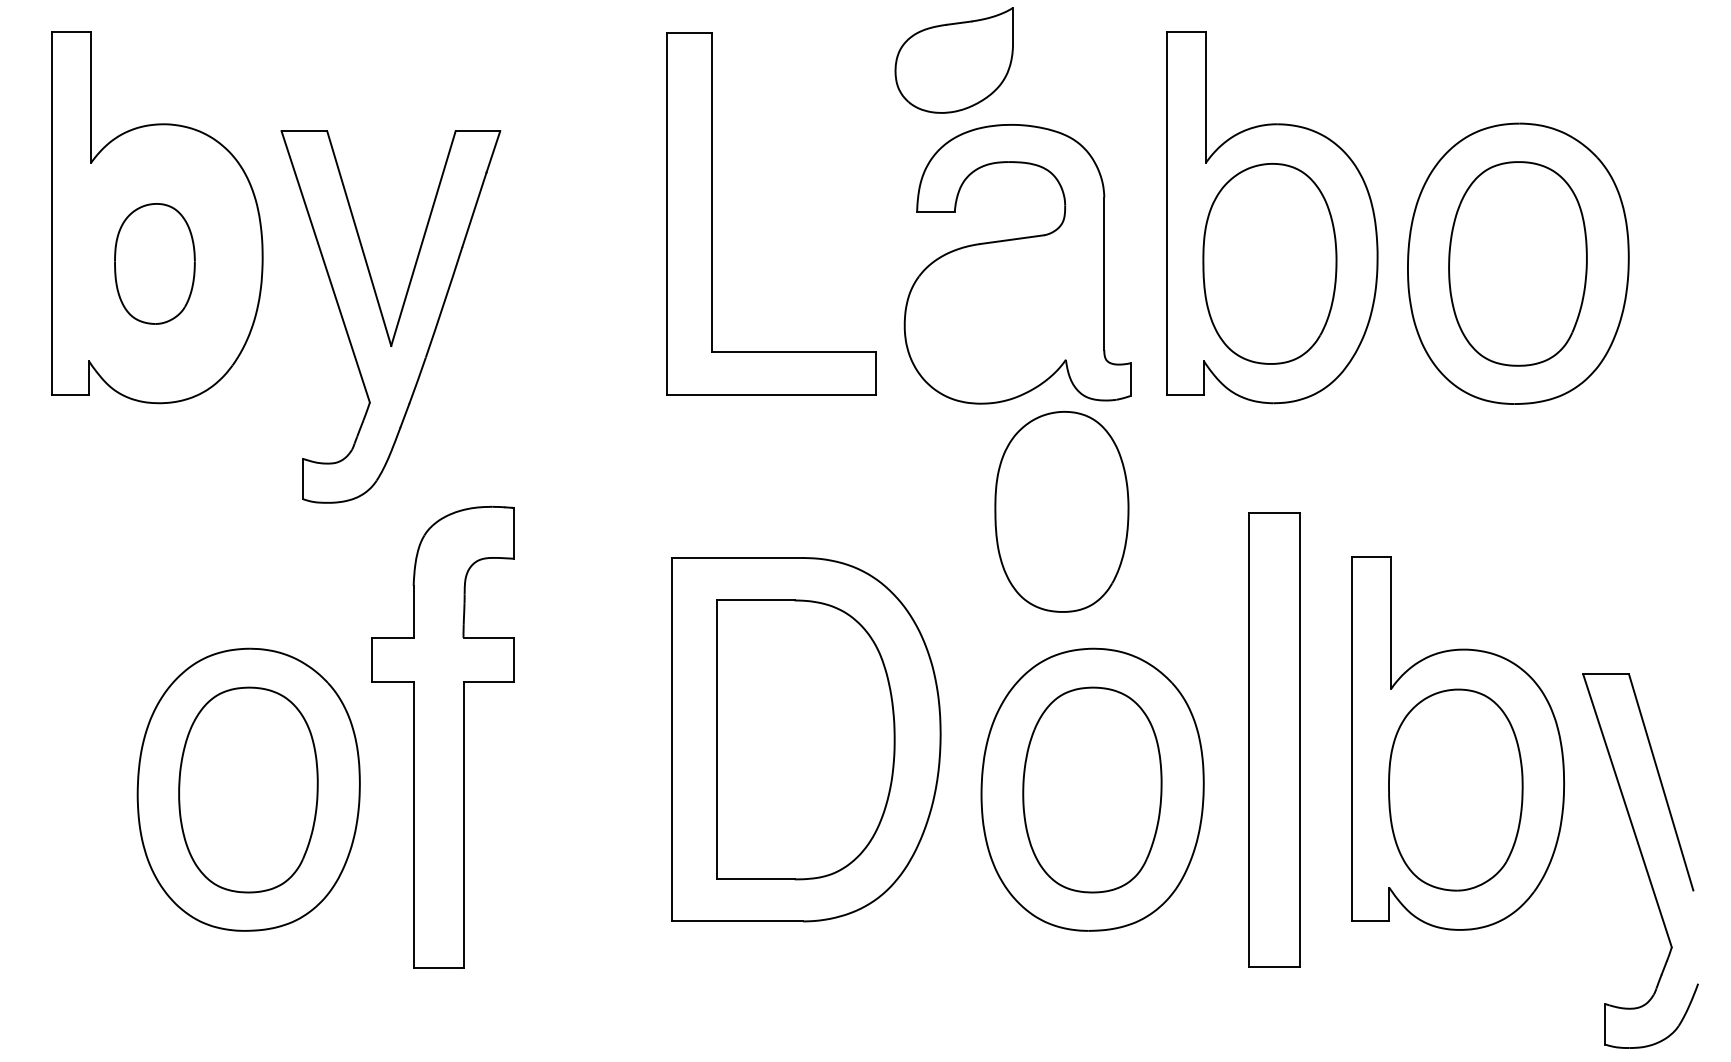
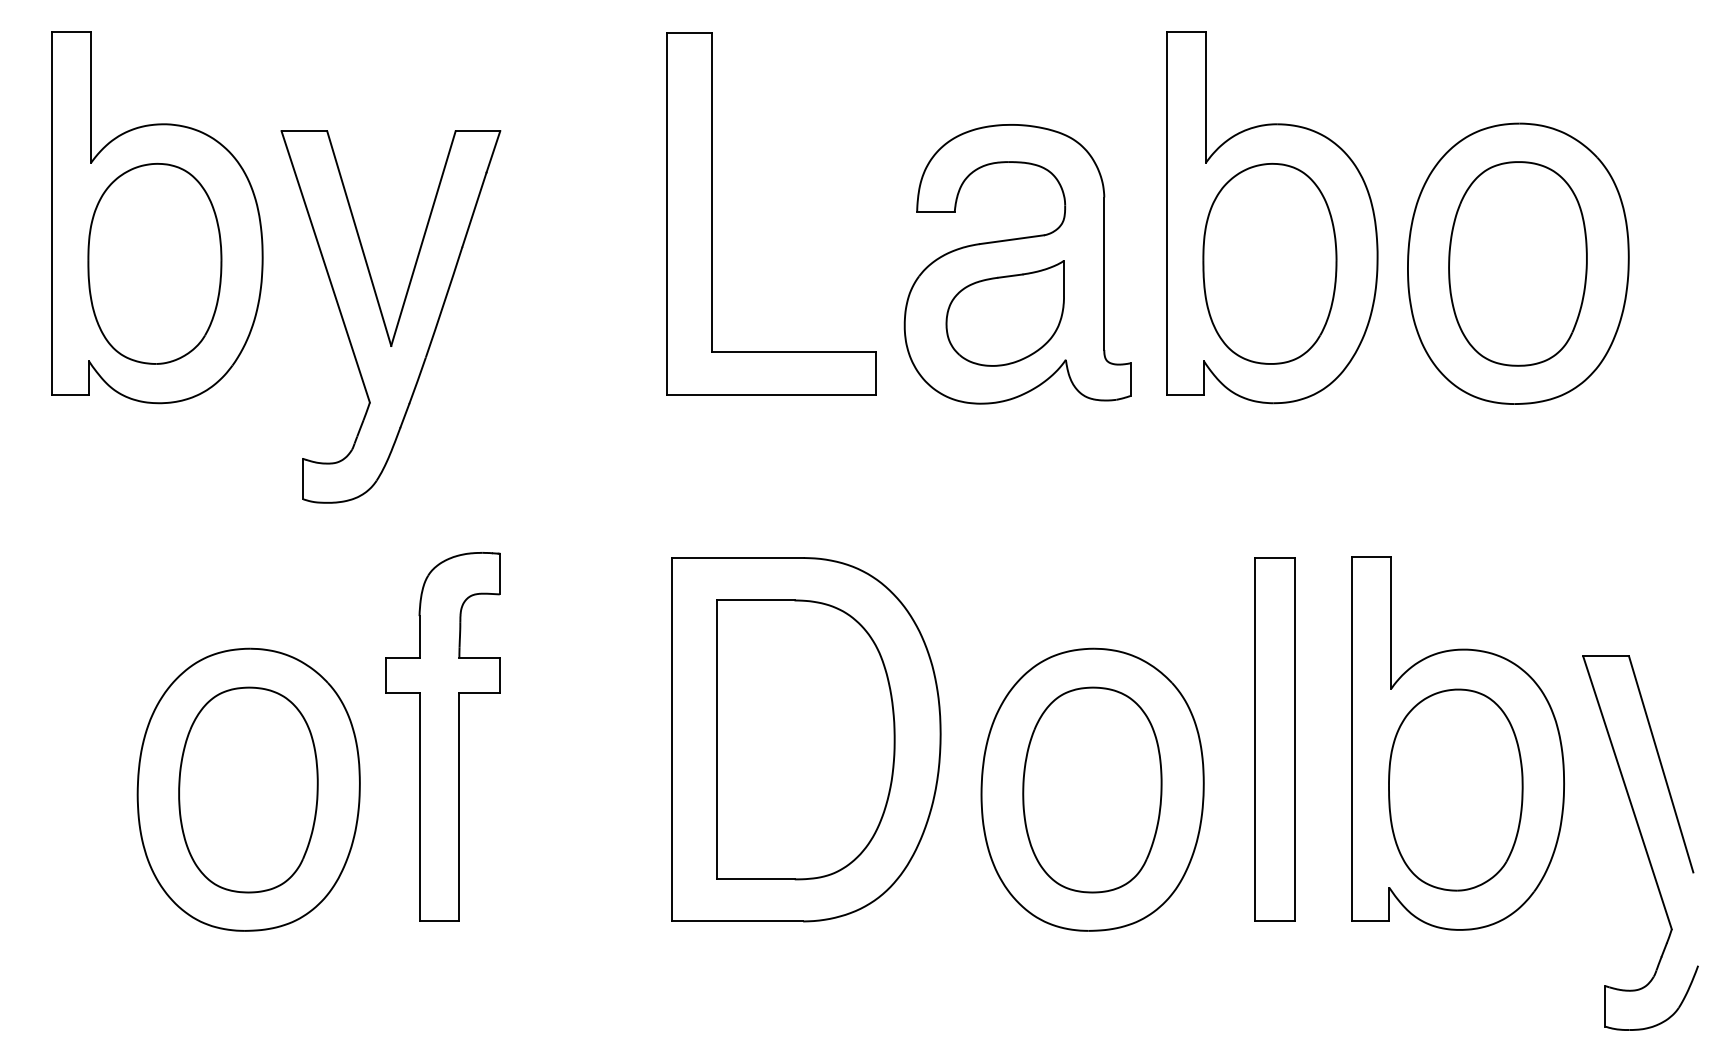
part at (953, 60) position: (953, 60) -> (1004, 313)
part at (154, 263) size: 82x122 px -> 136x202 px
part at (1061, 511): present -> none
part at (442, 737) size: 144x463 px -> 116x370 px
part at (1274, 739) size: 53x456 px -> 42x365 px
part at (1640, 860) position: (1640, 860) -> (1640, 842)
